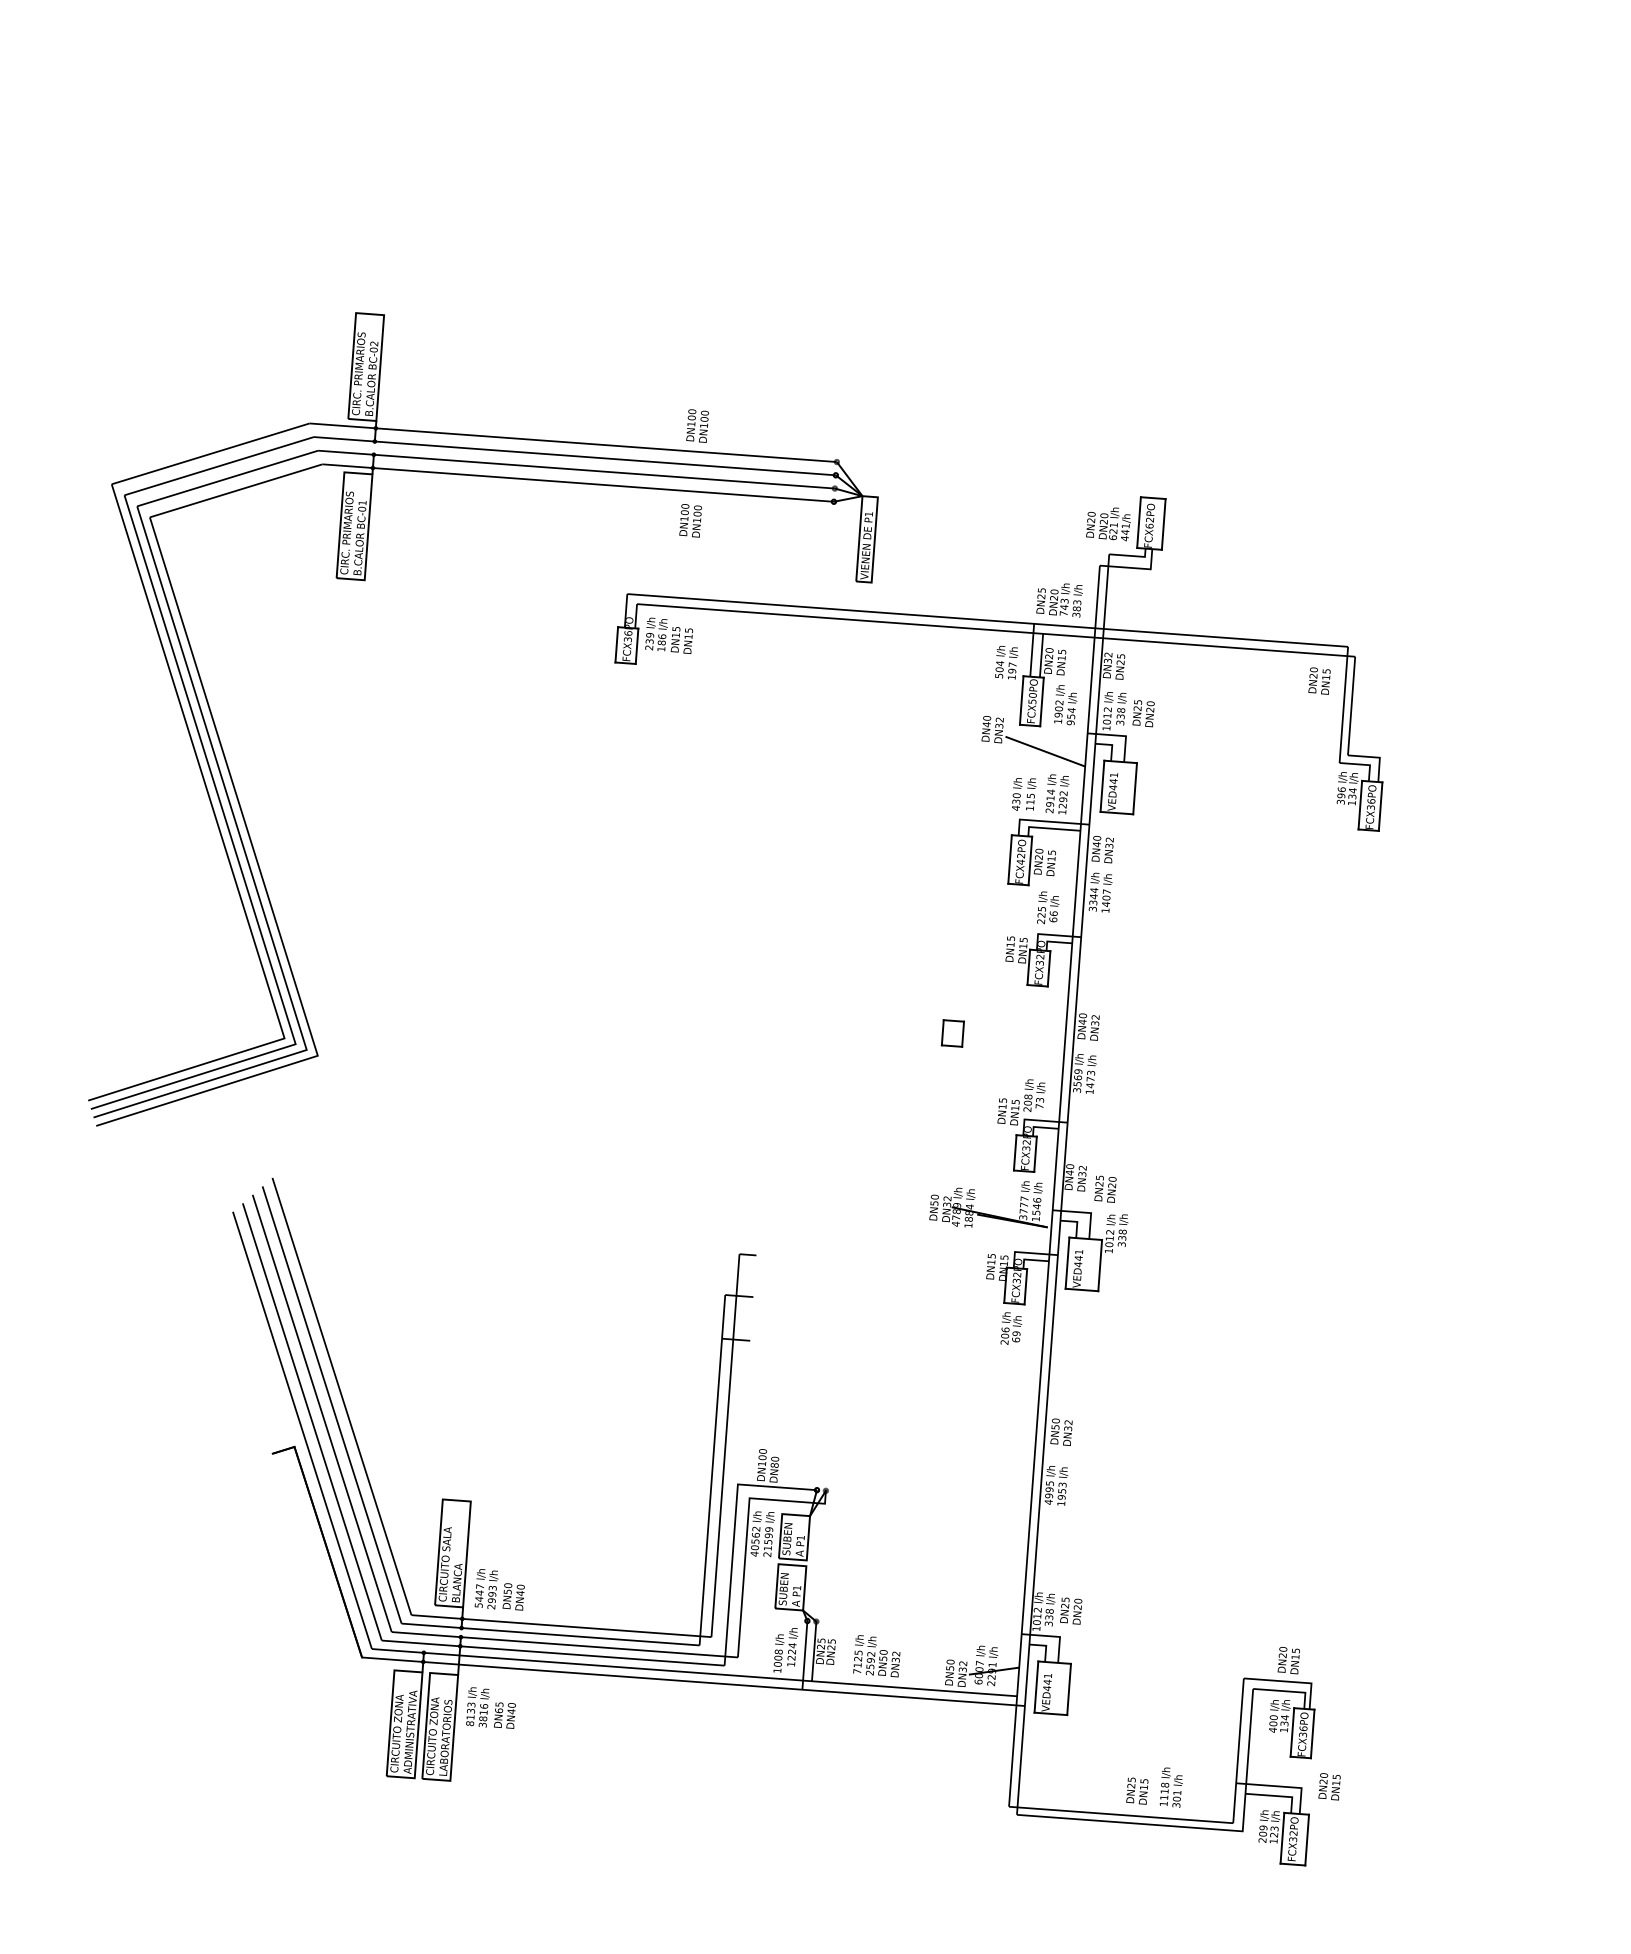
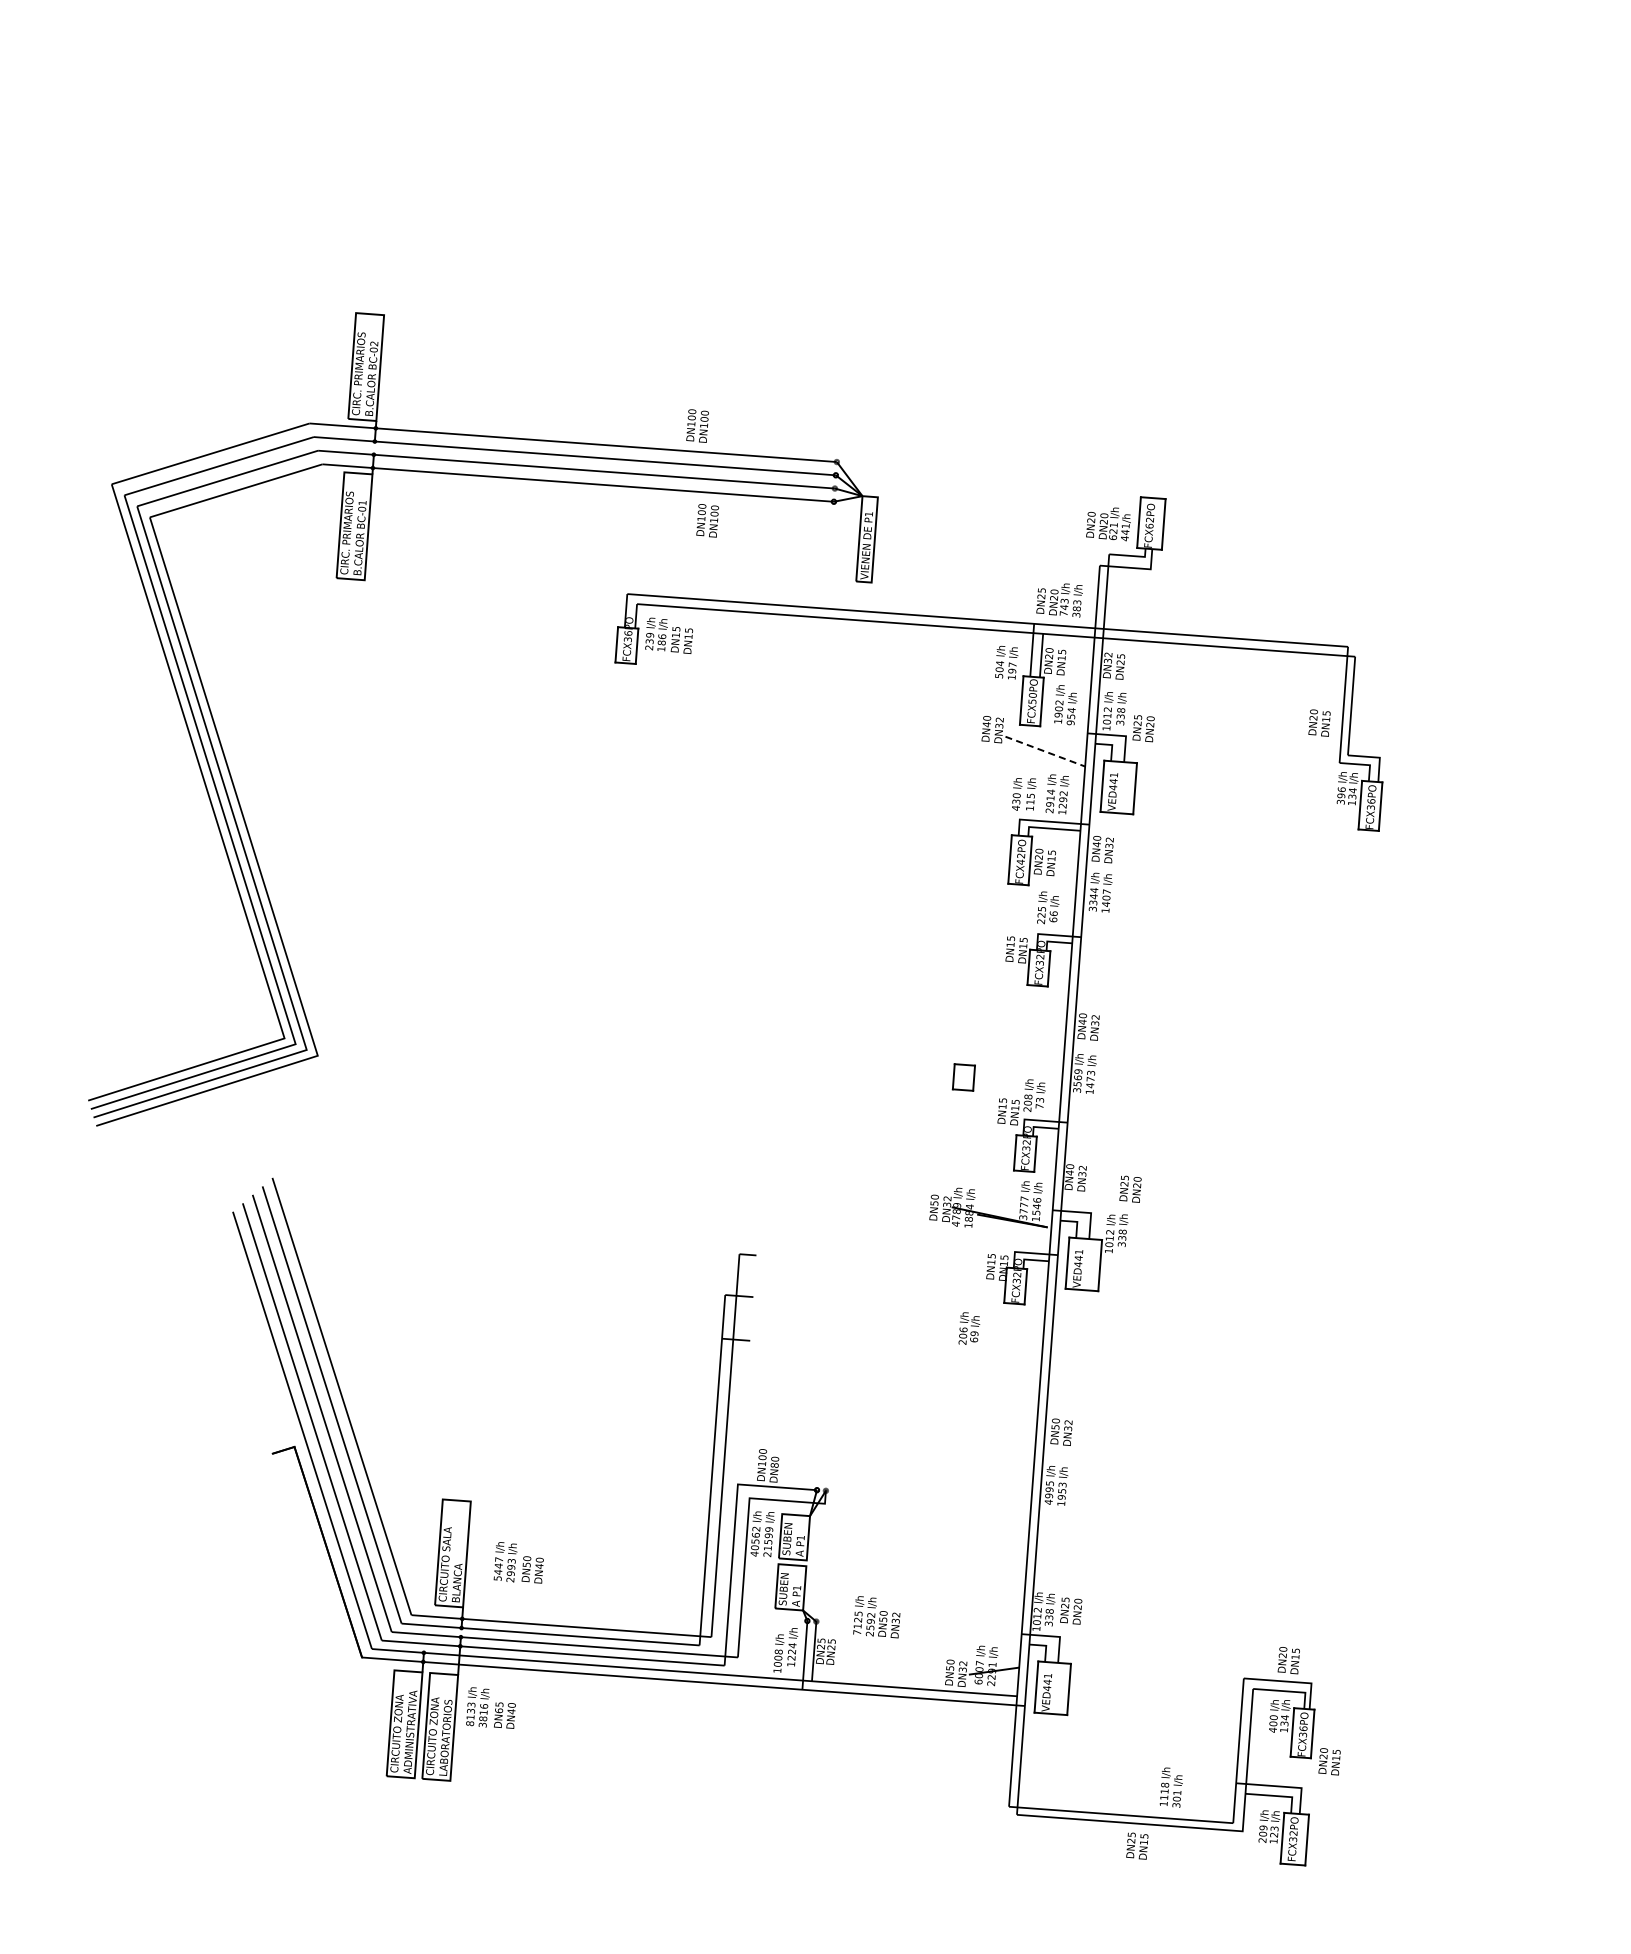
text at (690, 520) position: (690, 520) -> (707, 520)
text at (1319, 680) position: (1319, 680) -> (1319, 722)
text at (1143, 713) position: (1143, 713) -> (1143, 728)
line at (1045, 751): solid -> dashed
part at (952, 1033) position: (952, 1033) -> (963, 1077)
text at (1105, 1188) position: (1105, 1188) -> (1130, 1188)
text at (1011, 1328) position: (1011, 1328) -> (969, 1328)
text at (499, 1589) position: (499, 1589) -> (518, 1562)
text at (876, 1656) position: (876, 1656) -> (876, 1617)
text at (1329, 1786) position: (1329, 1786) -> (1329, 1761)
text at (1137, 1790) position: (1137, 1790) -> (1137, 1845)
